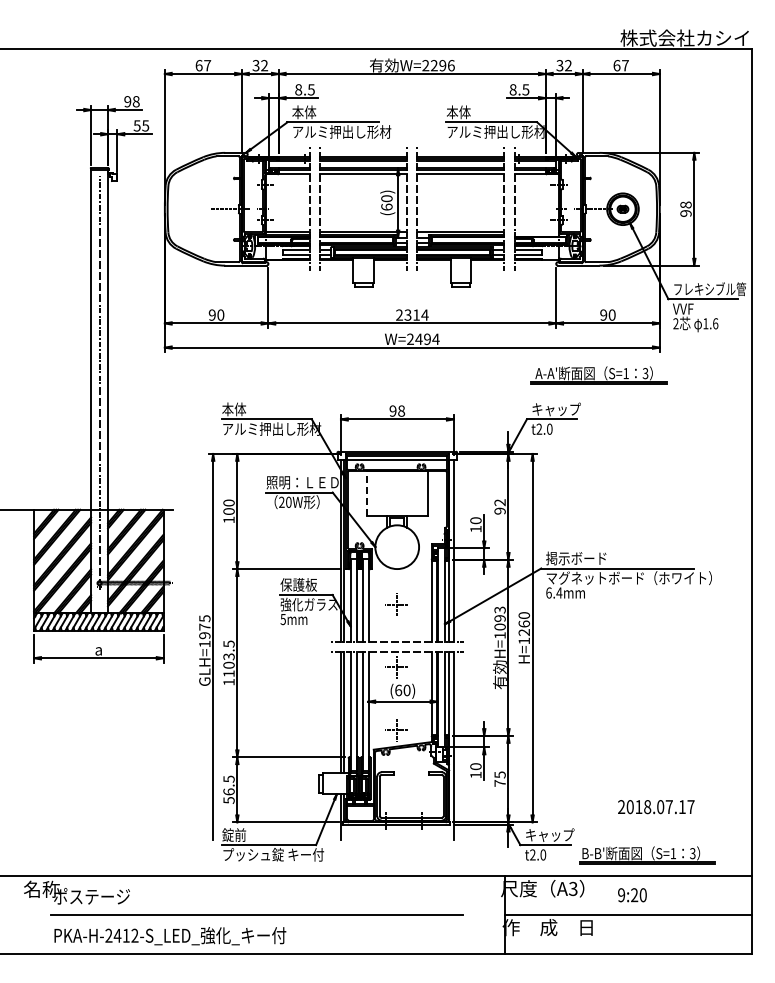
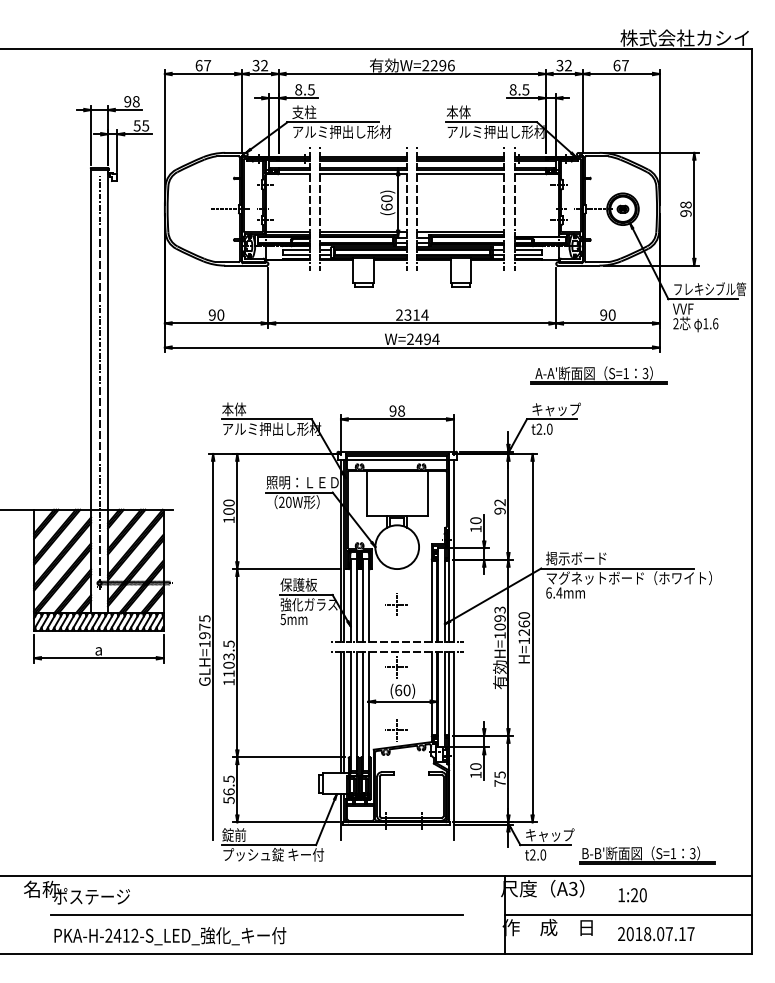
text at (304, 112): 本体 -> 支柱
line at (366, 493): dashed -> solid
text at (656, 807) position: (656, 807) -> (656, 934)
text at (621, 895): 9:20 -> 1:20
